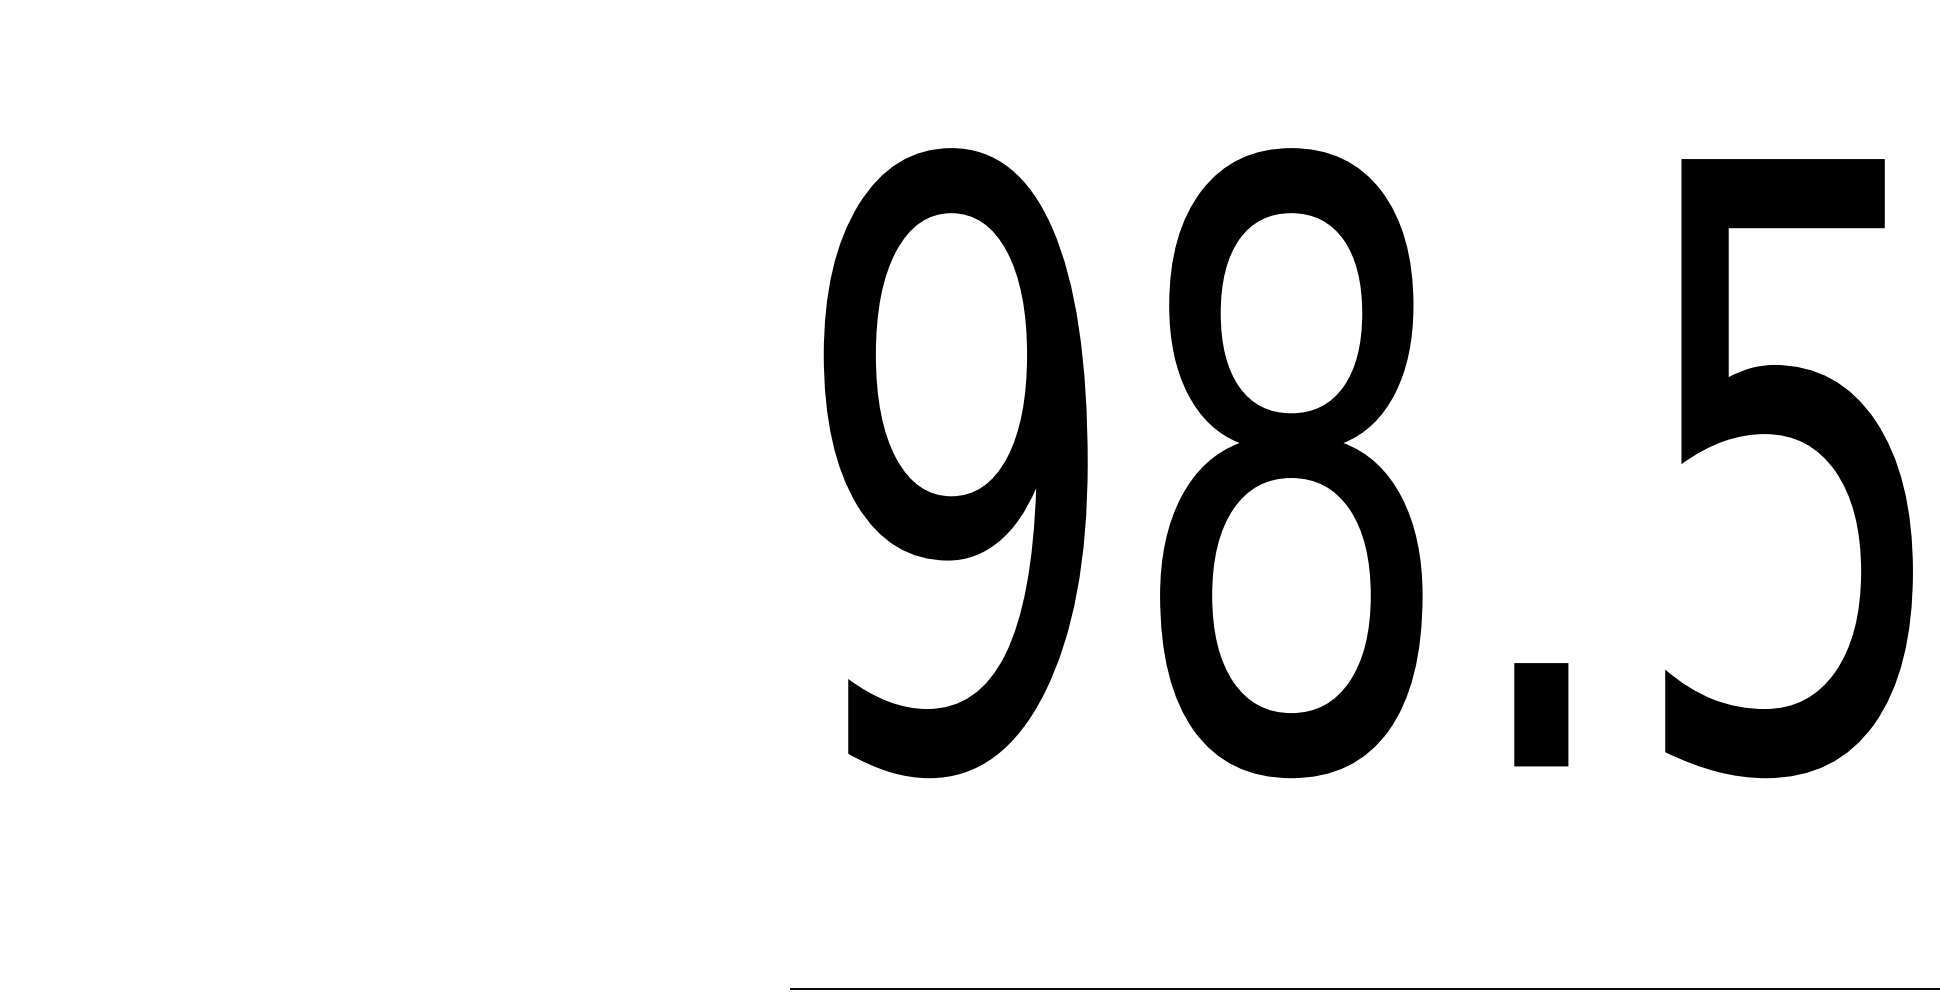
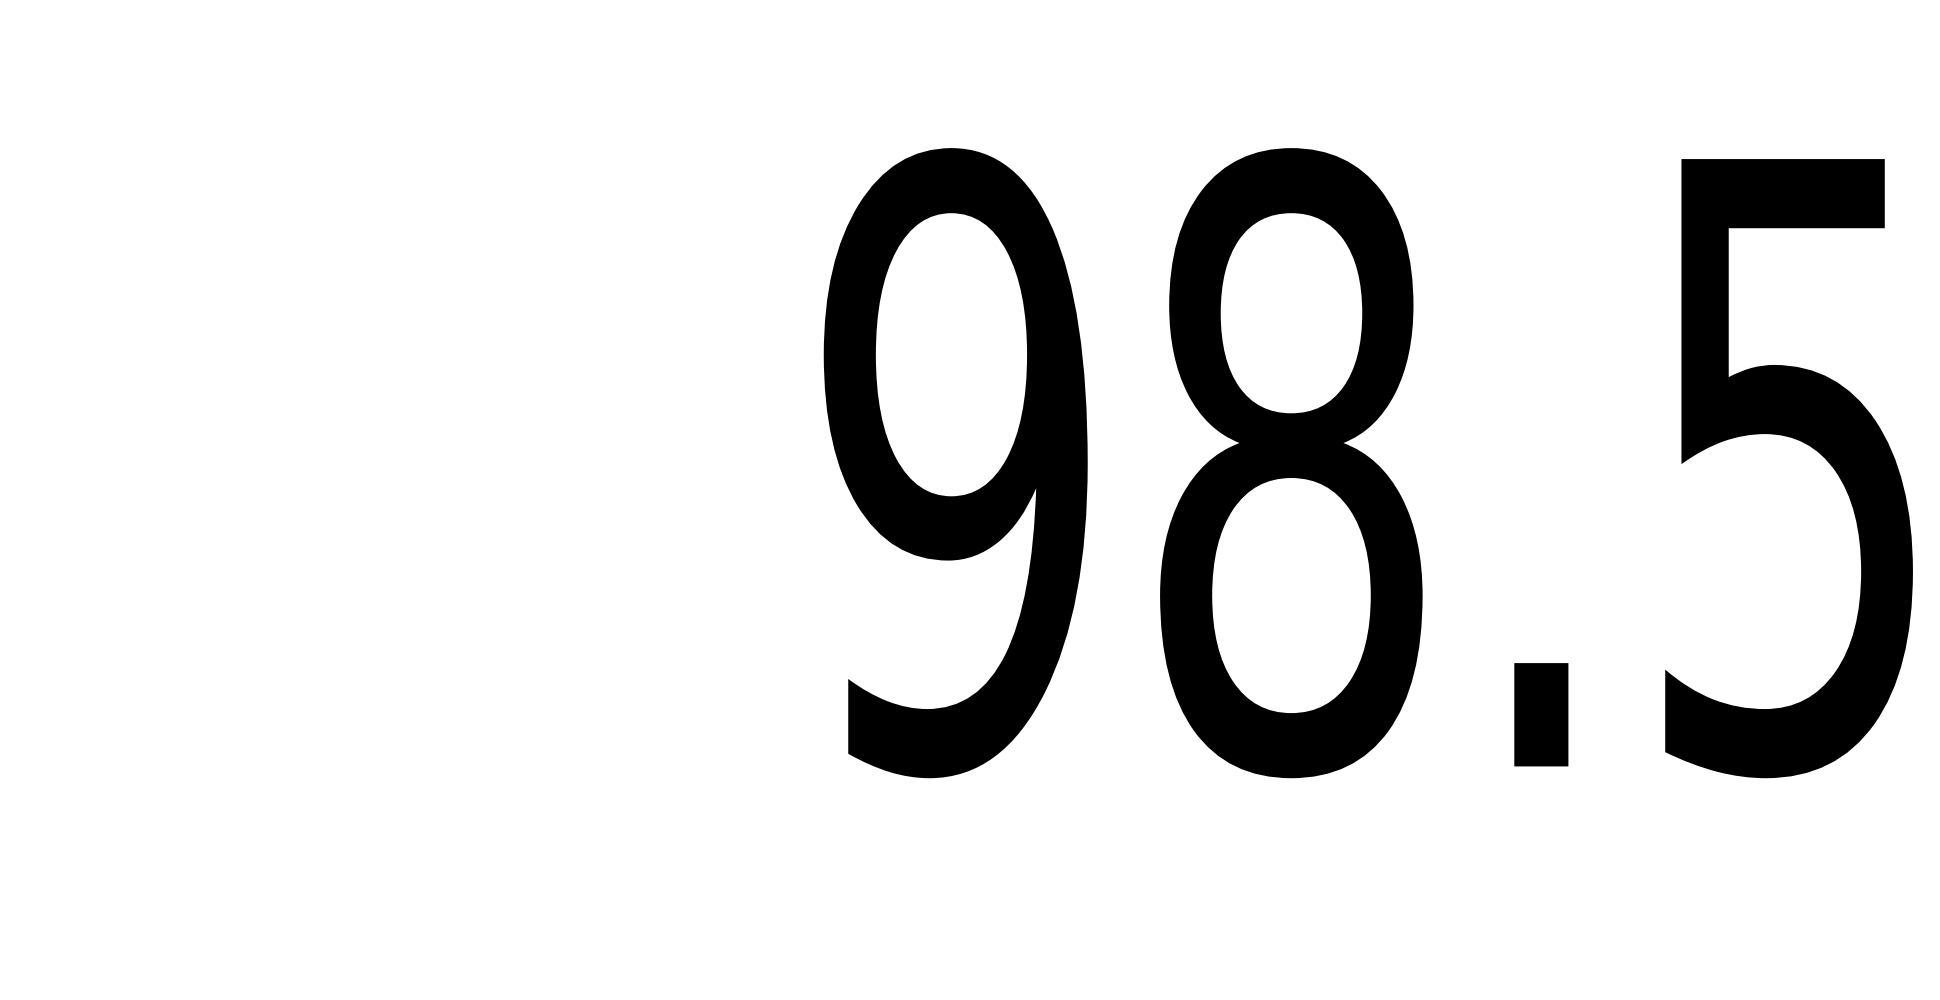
line at (1363, 988): present -> none
